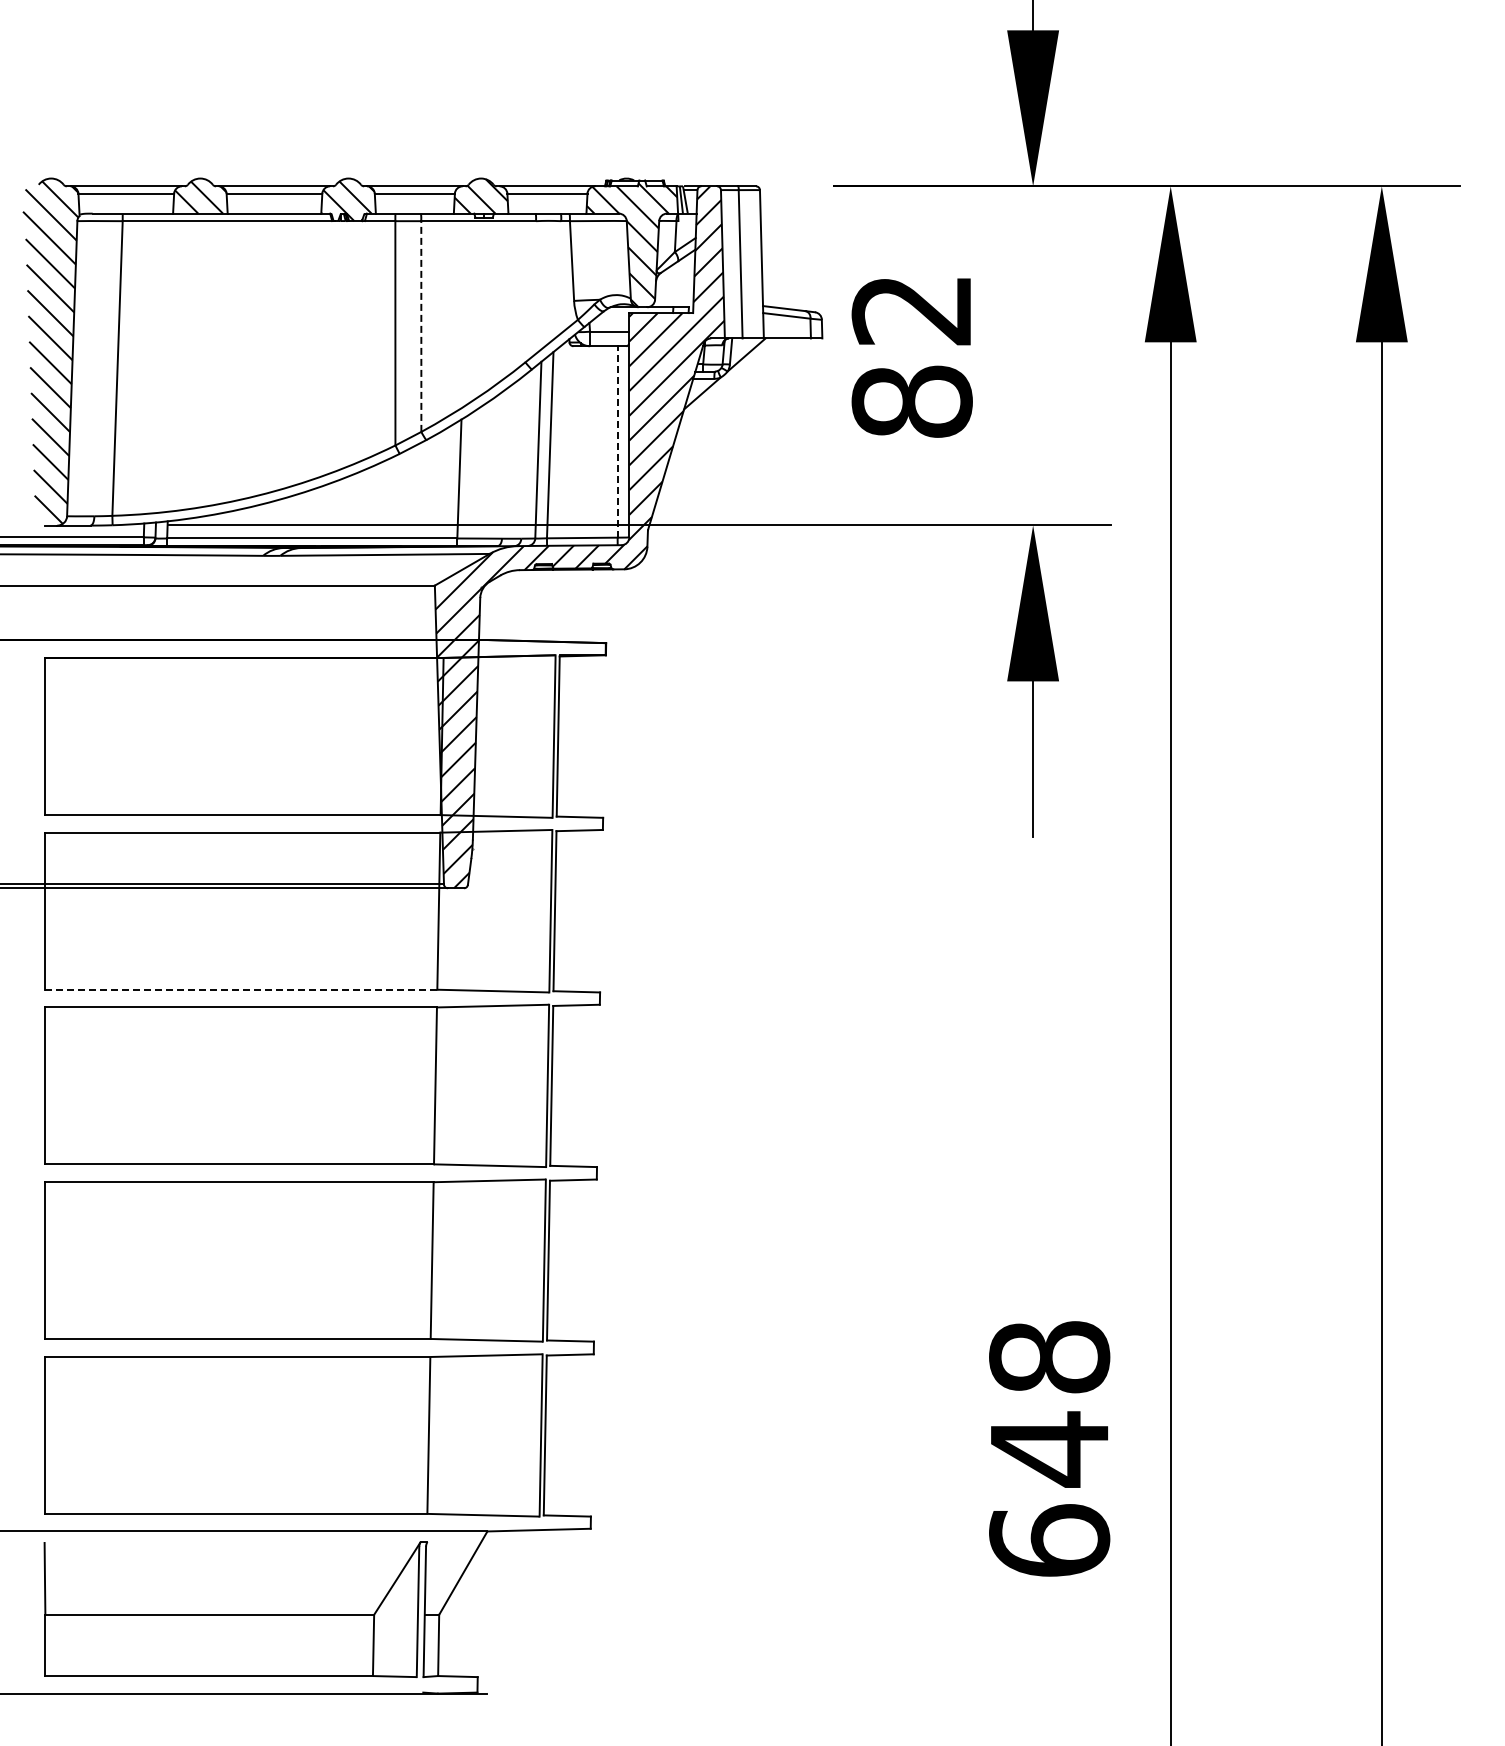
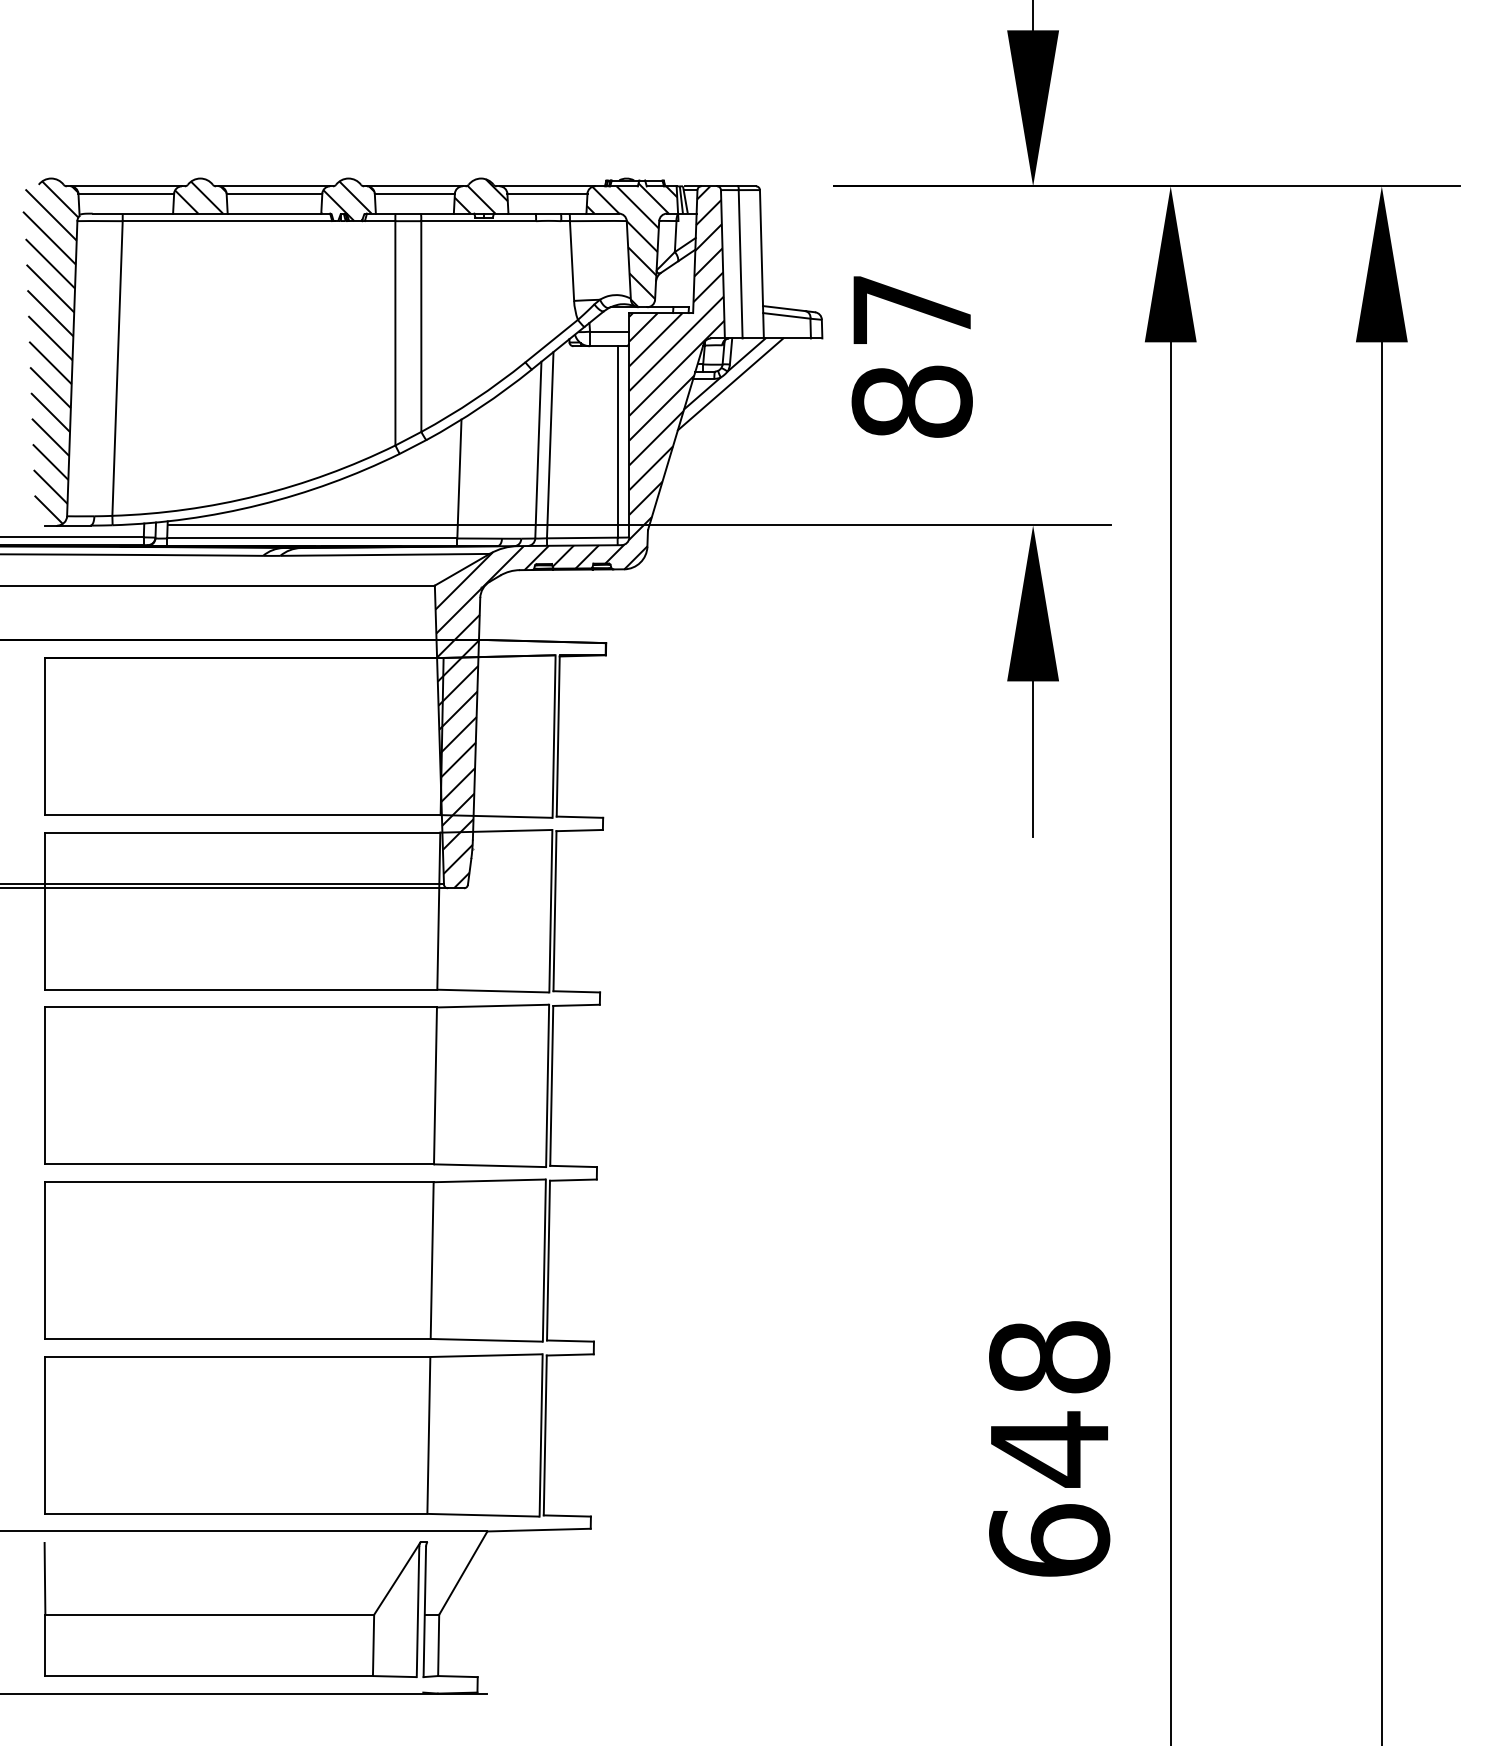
text at (910, 310): 82 -> 87
line at (421, 326): dashed -> solid
line at (730, 384): none -> present
line at (617, 441): dashed -> solid
line at (241, 989): dashed -> solid
